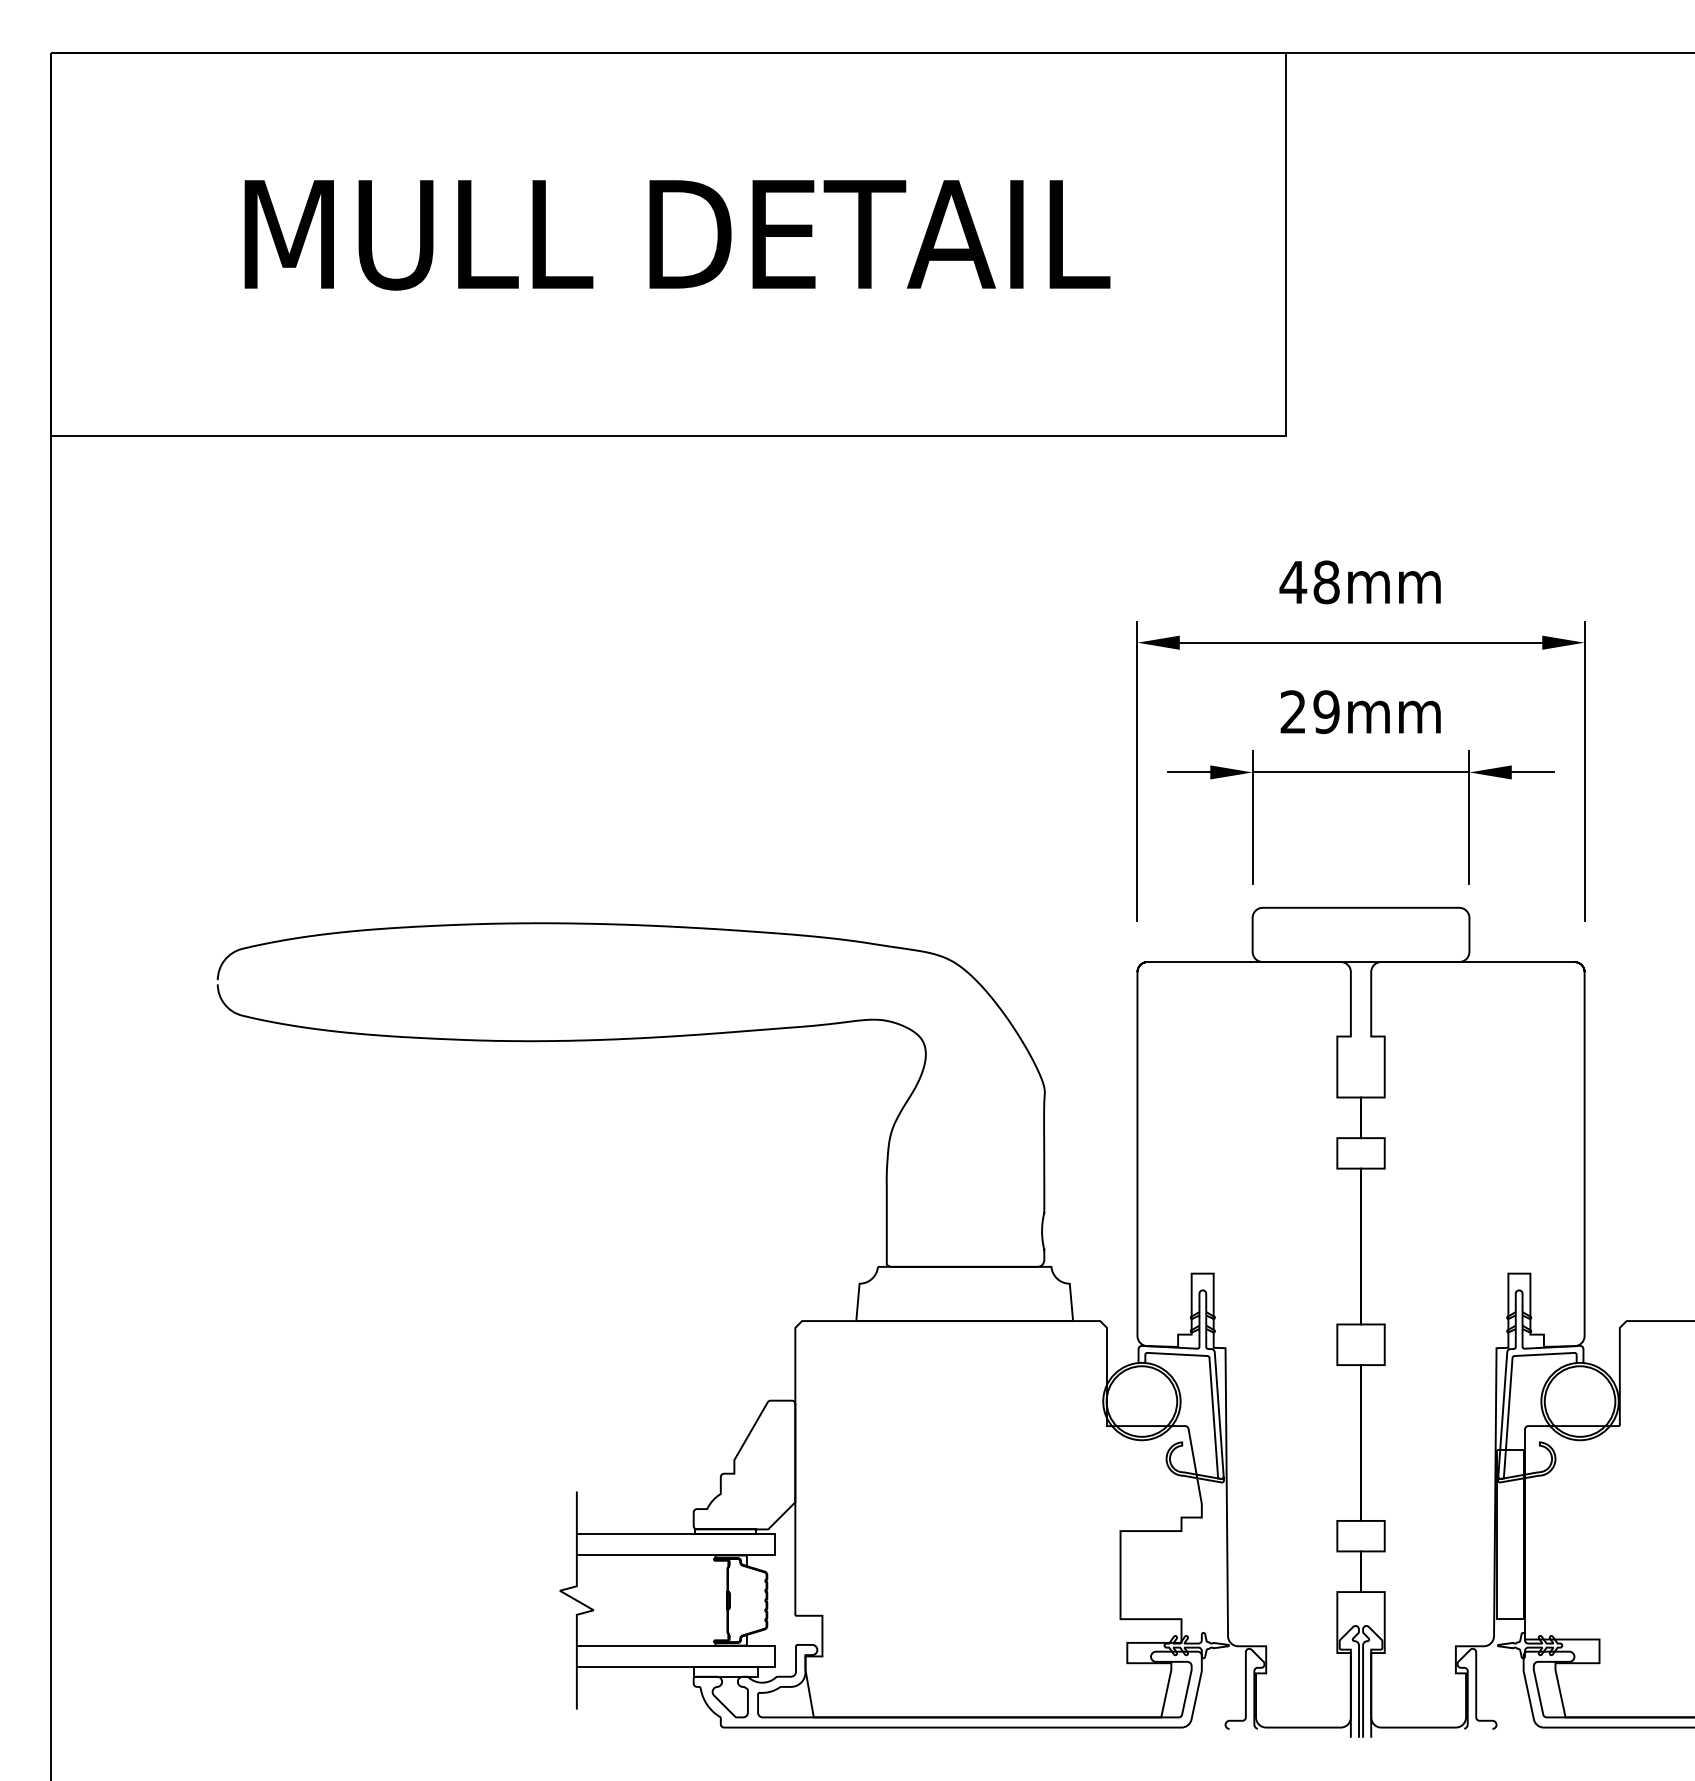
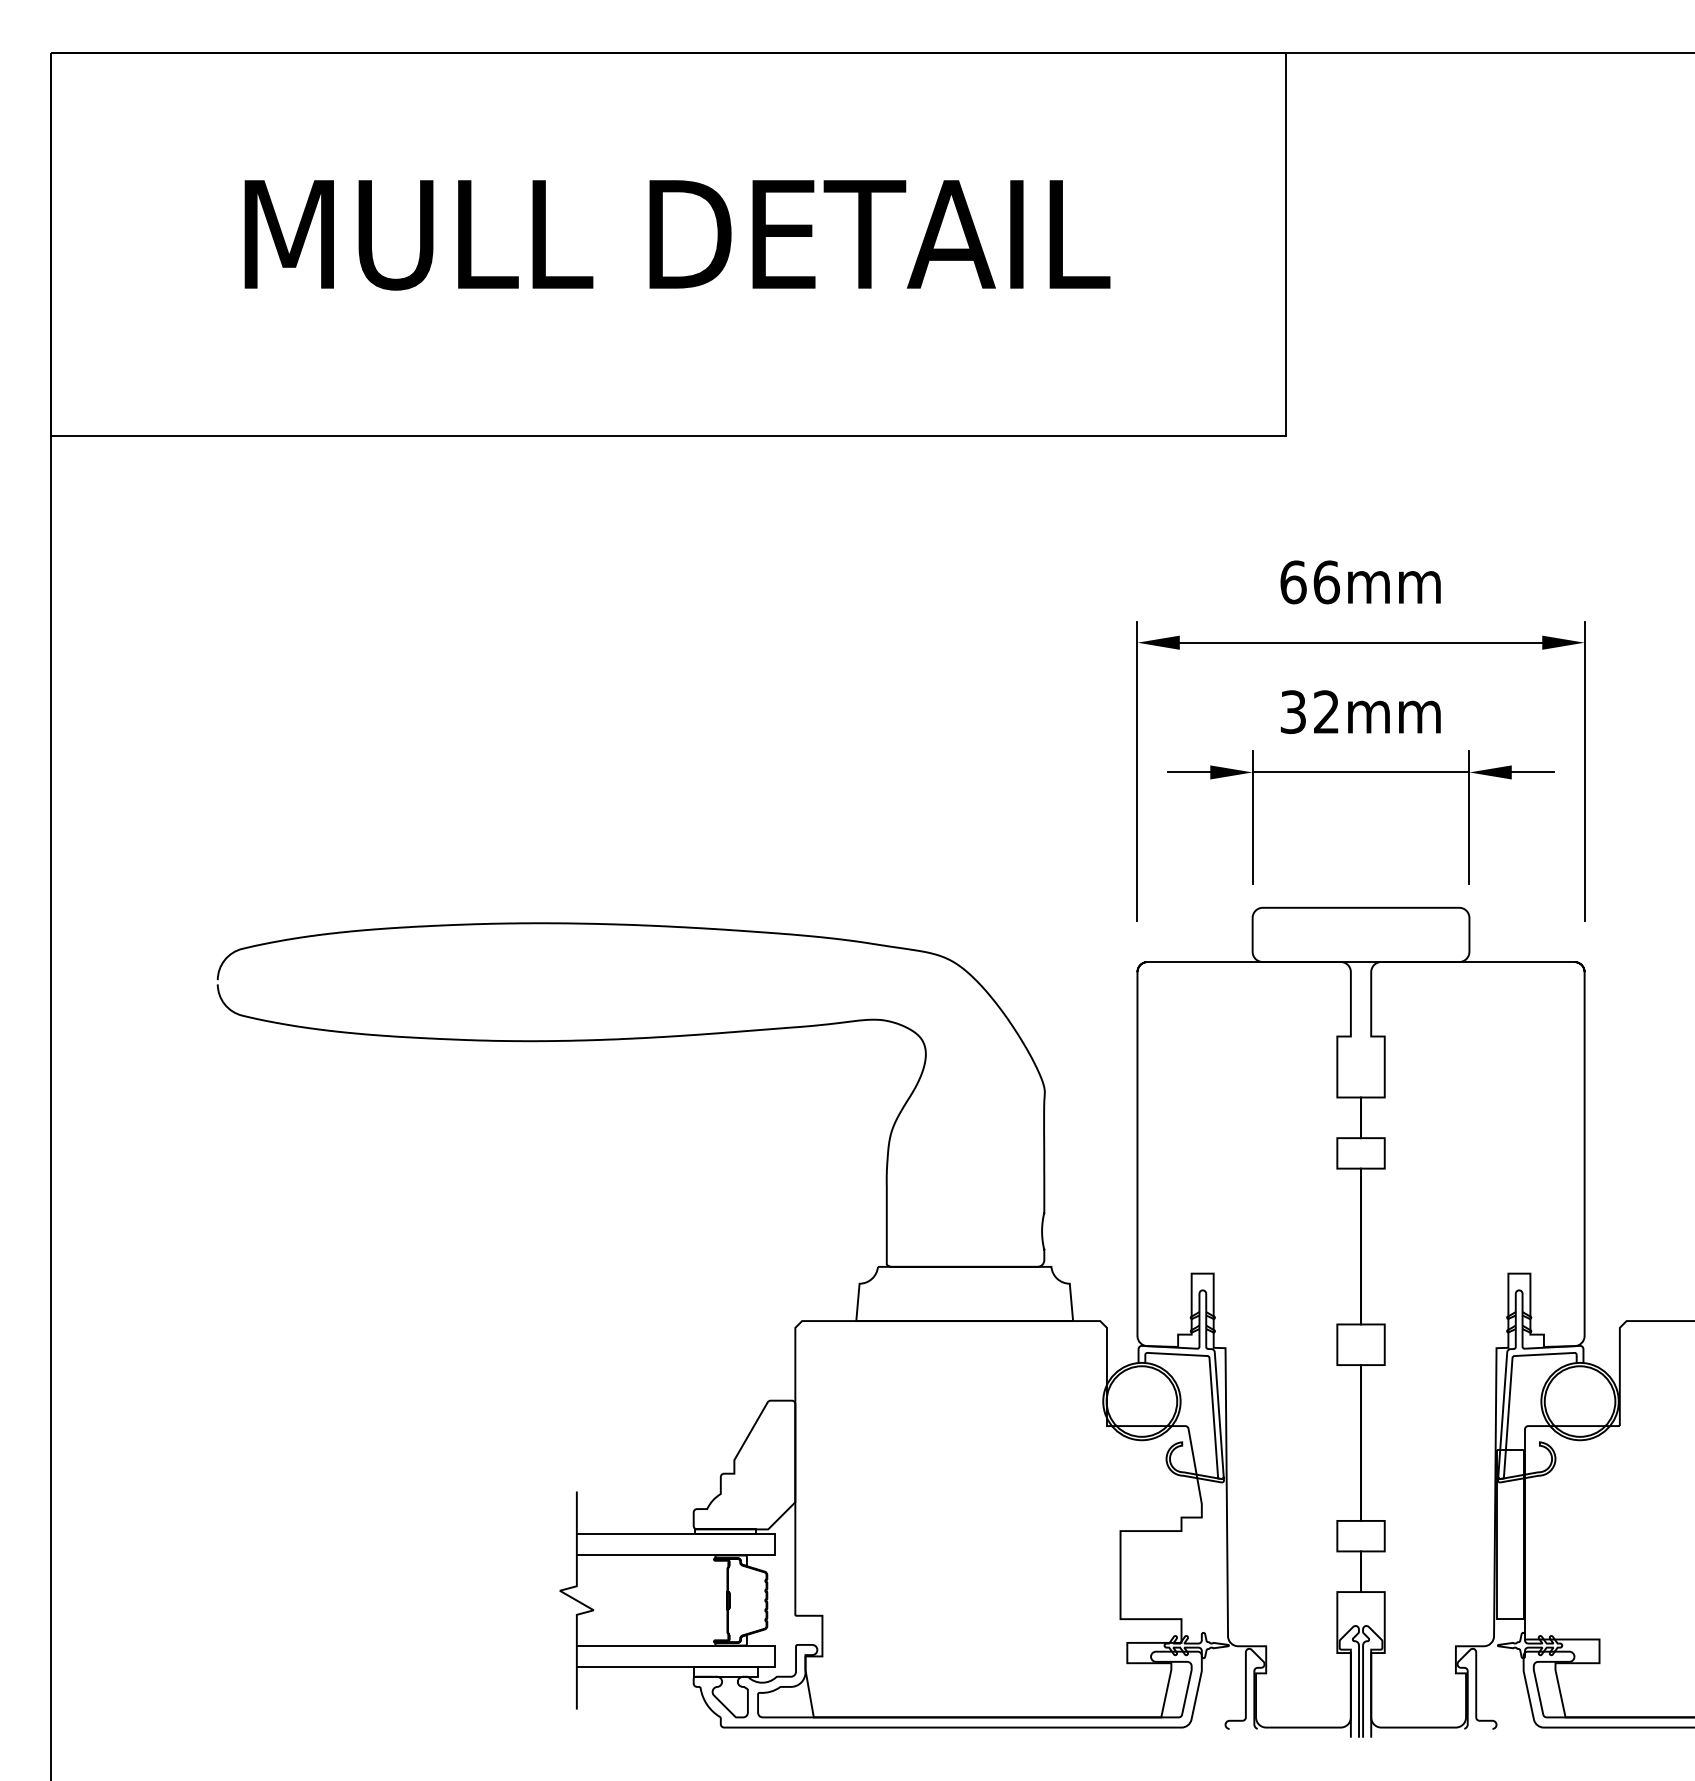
text at (1309, 582): 48mm -> 66mm
text at (1309, 712): 29mm -> 32mm
